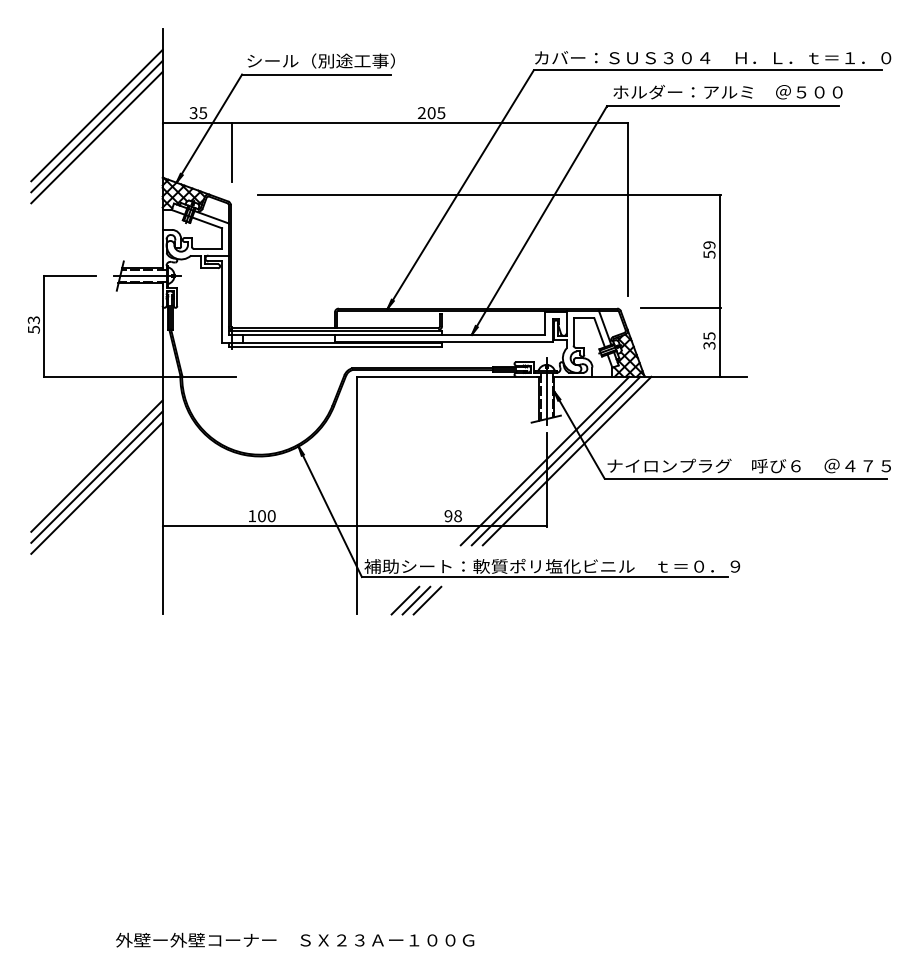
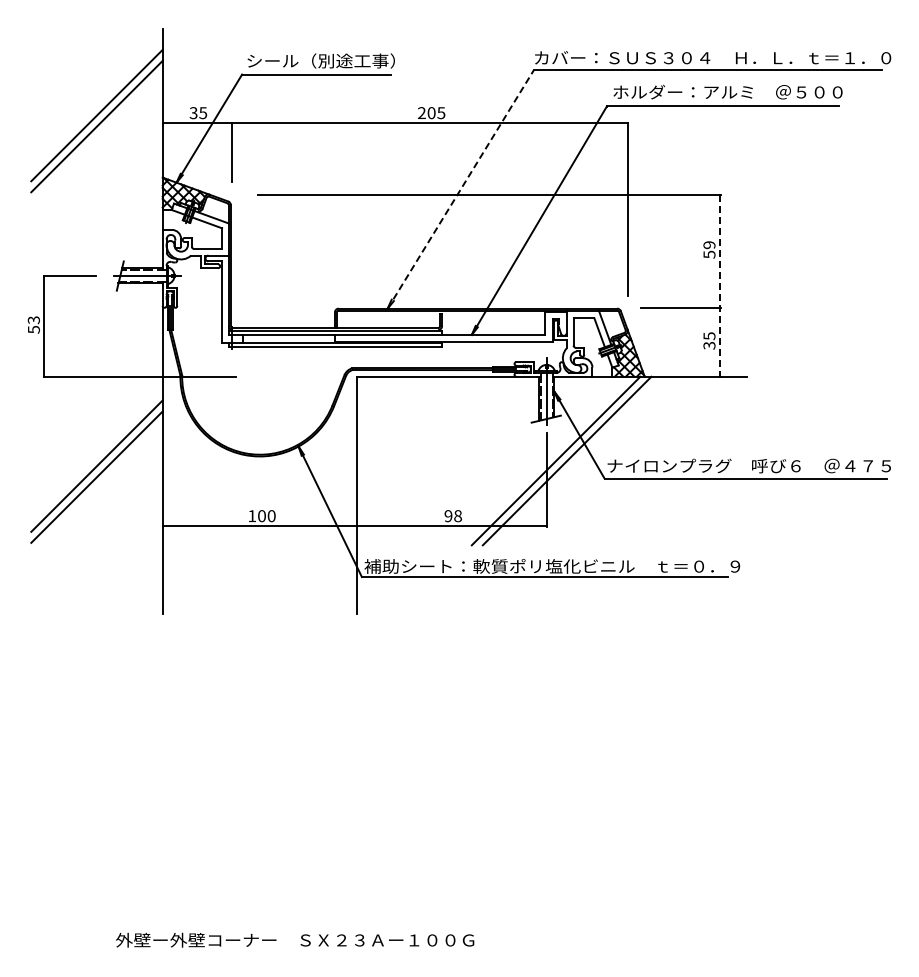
line at (96, 137): present -> none
line at (460, 189): solid -> dashed
line at (719, 286): solid -> dashed
line at (544, 460): present -> none
line at (96, 487): present -> none
part at (416, 600): present -> none
